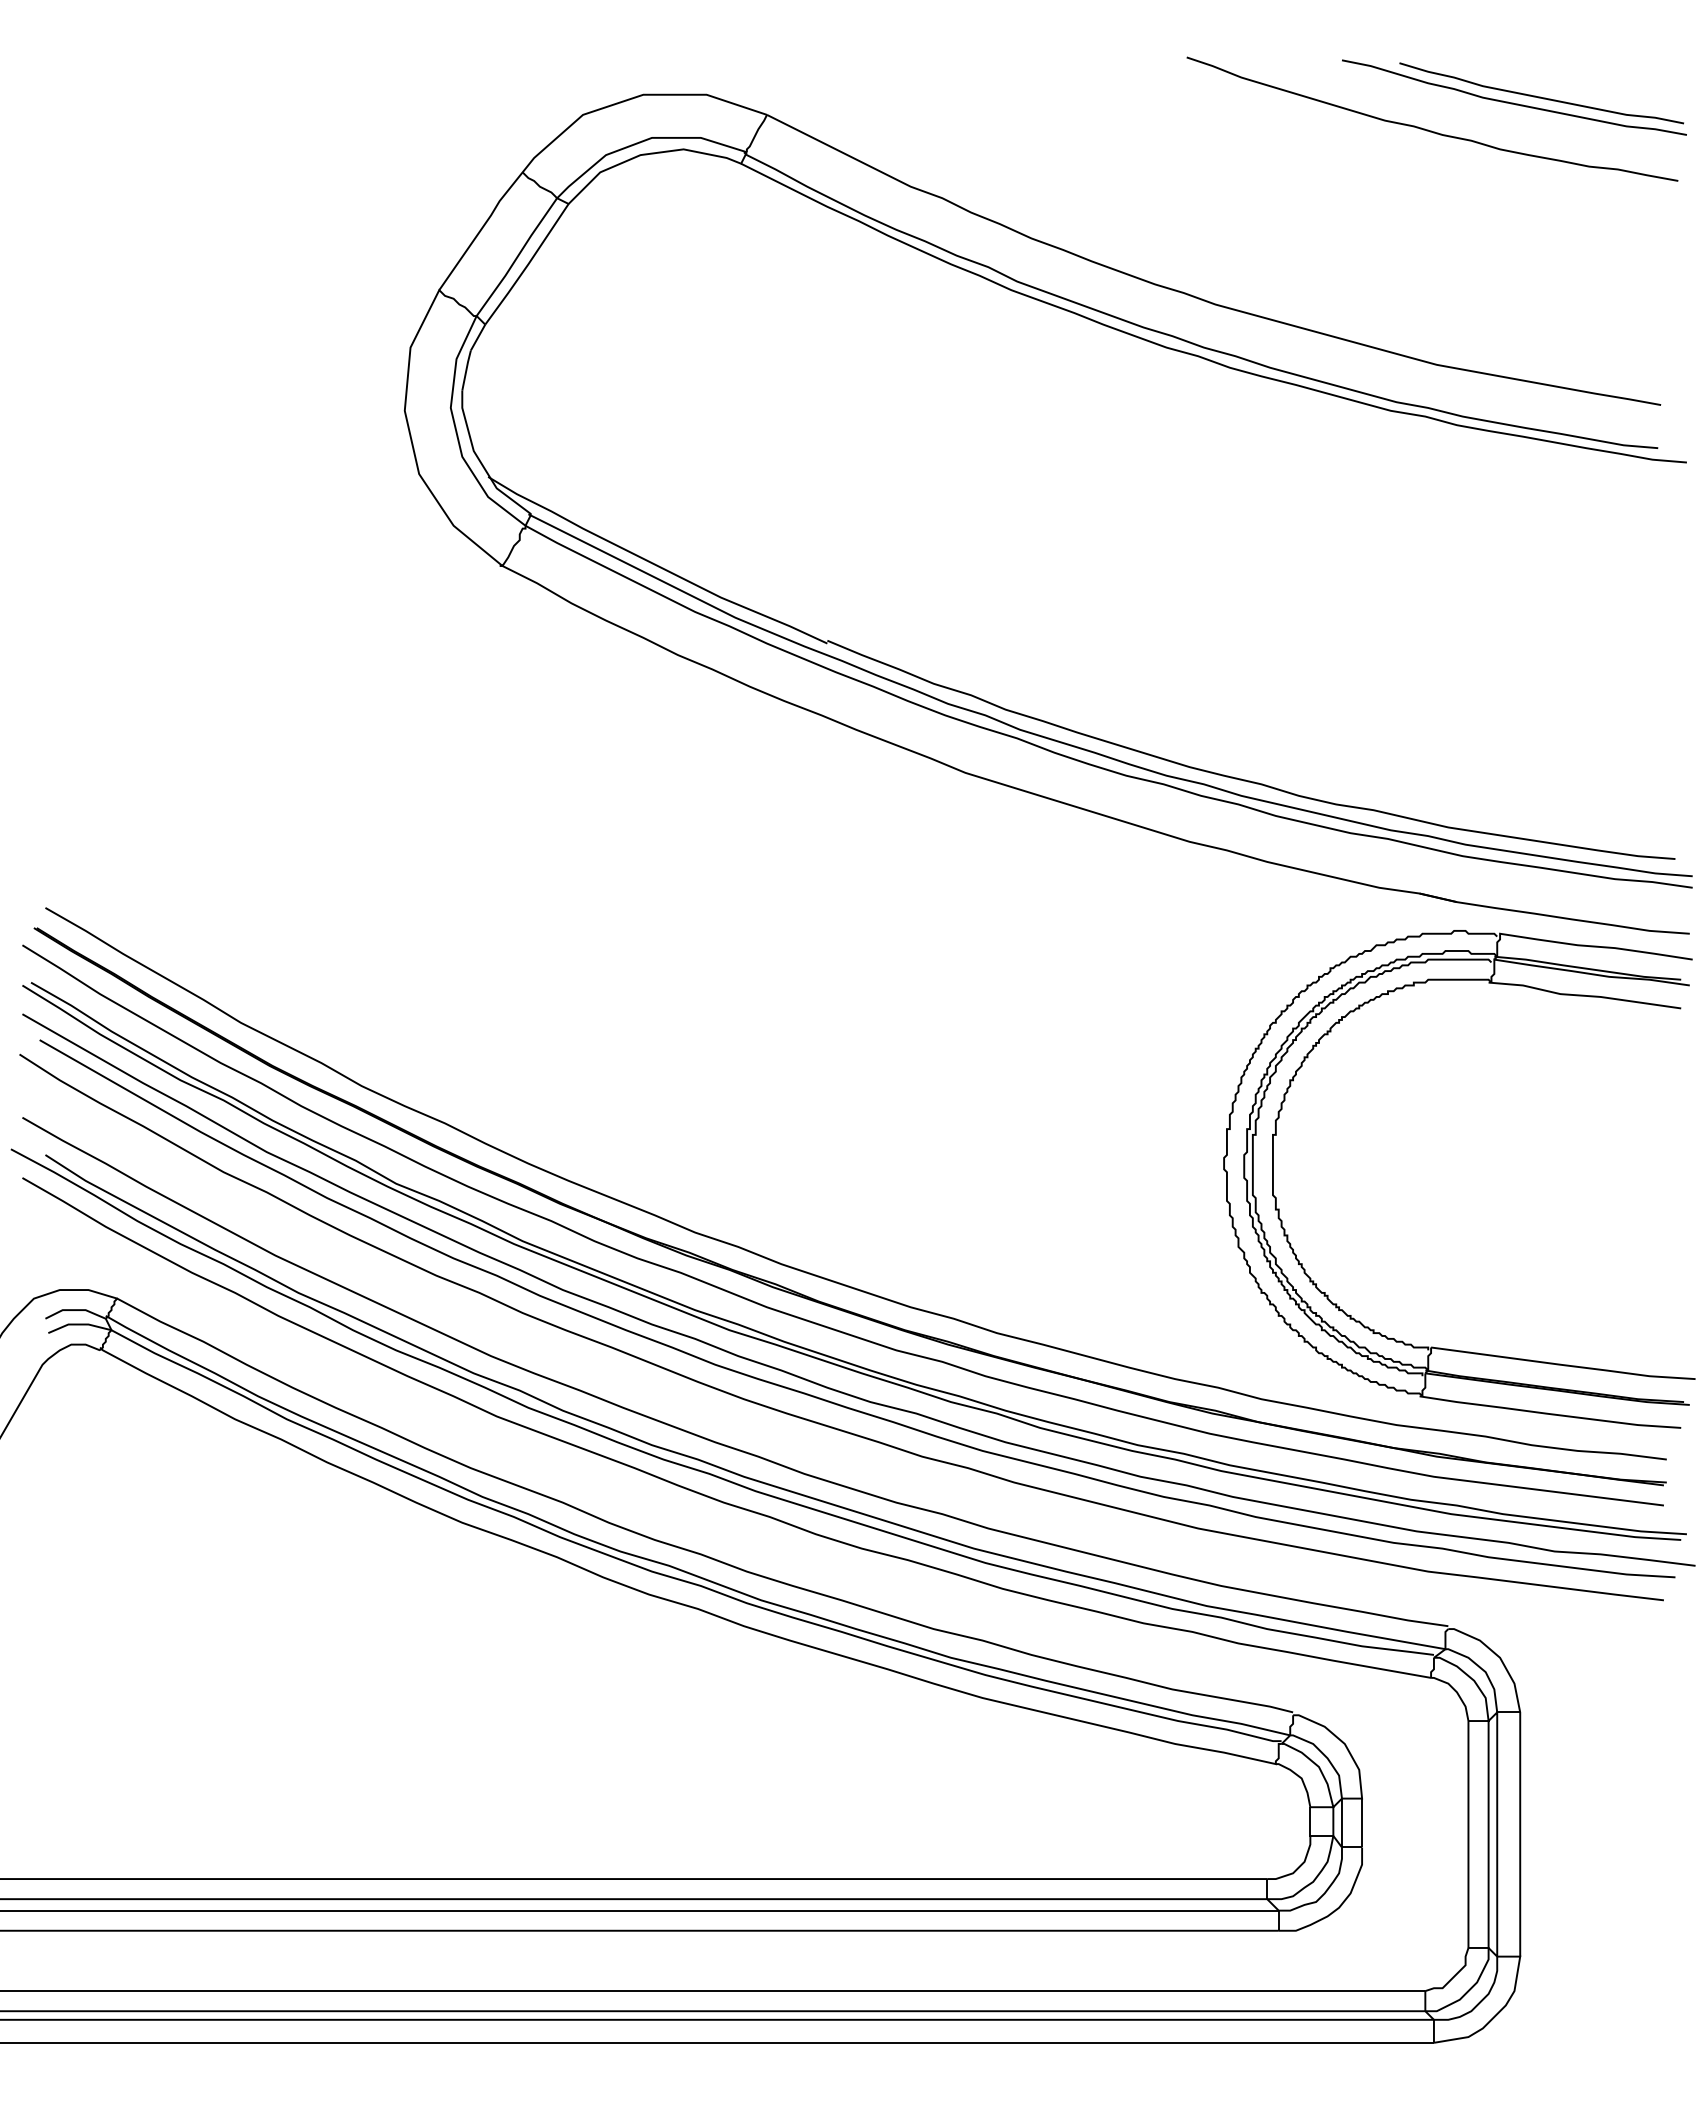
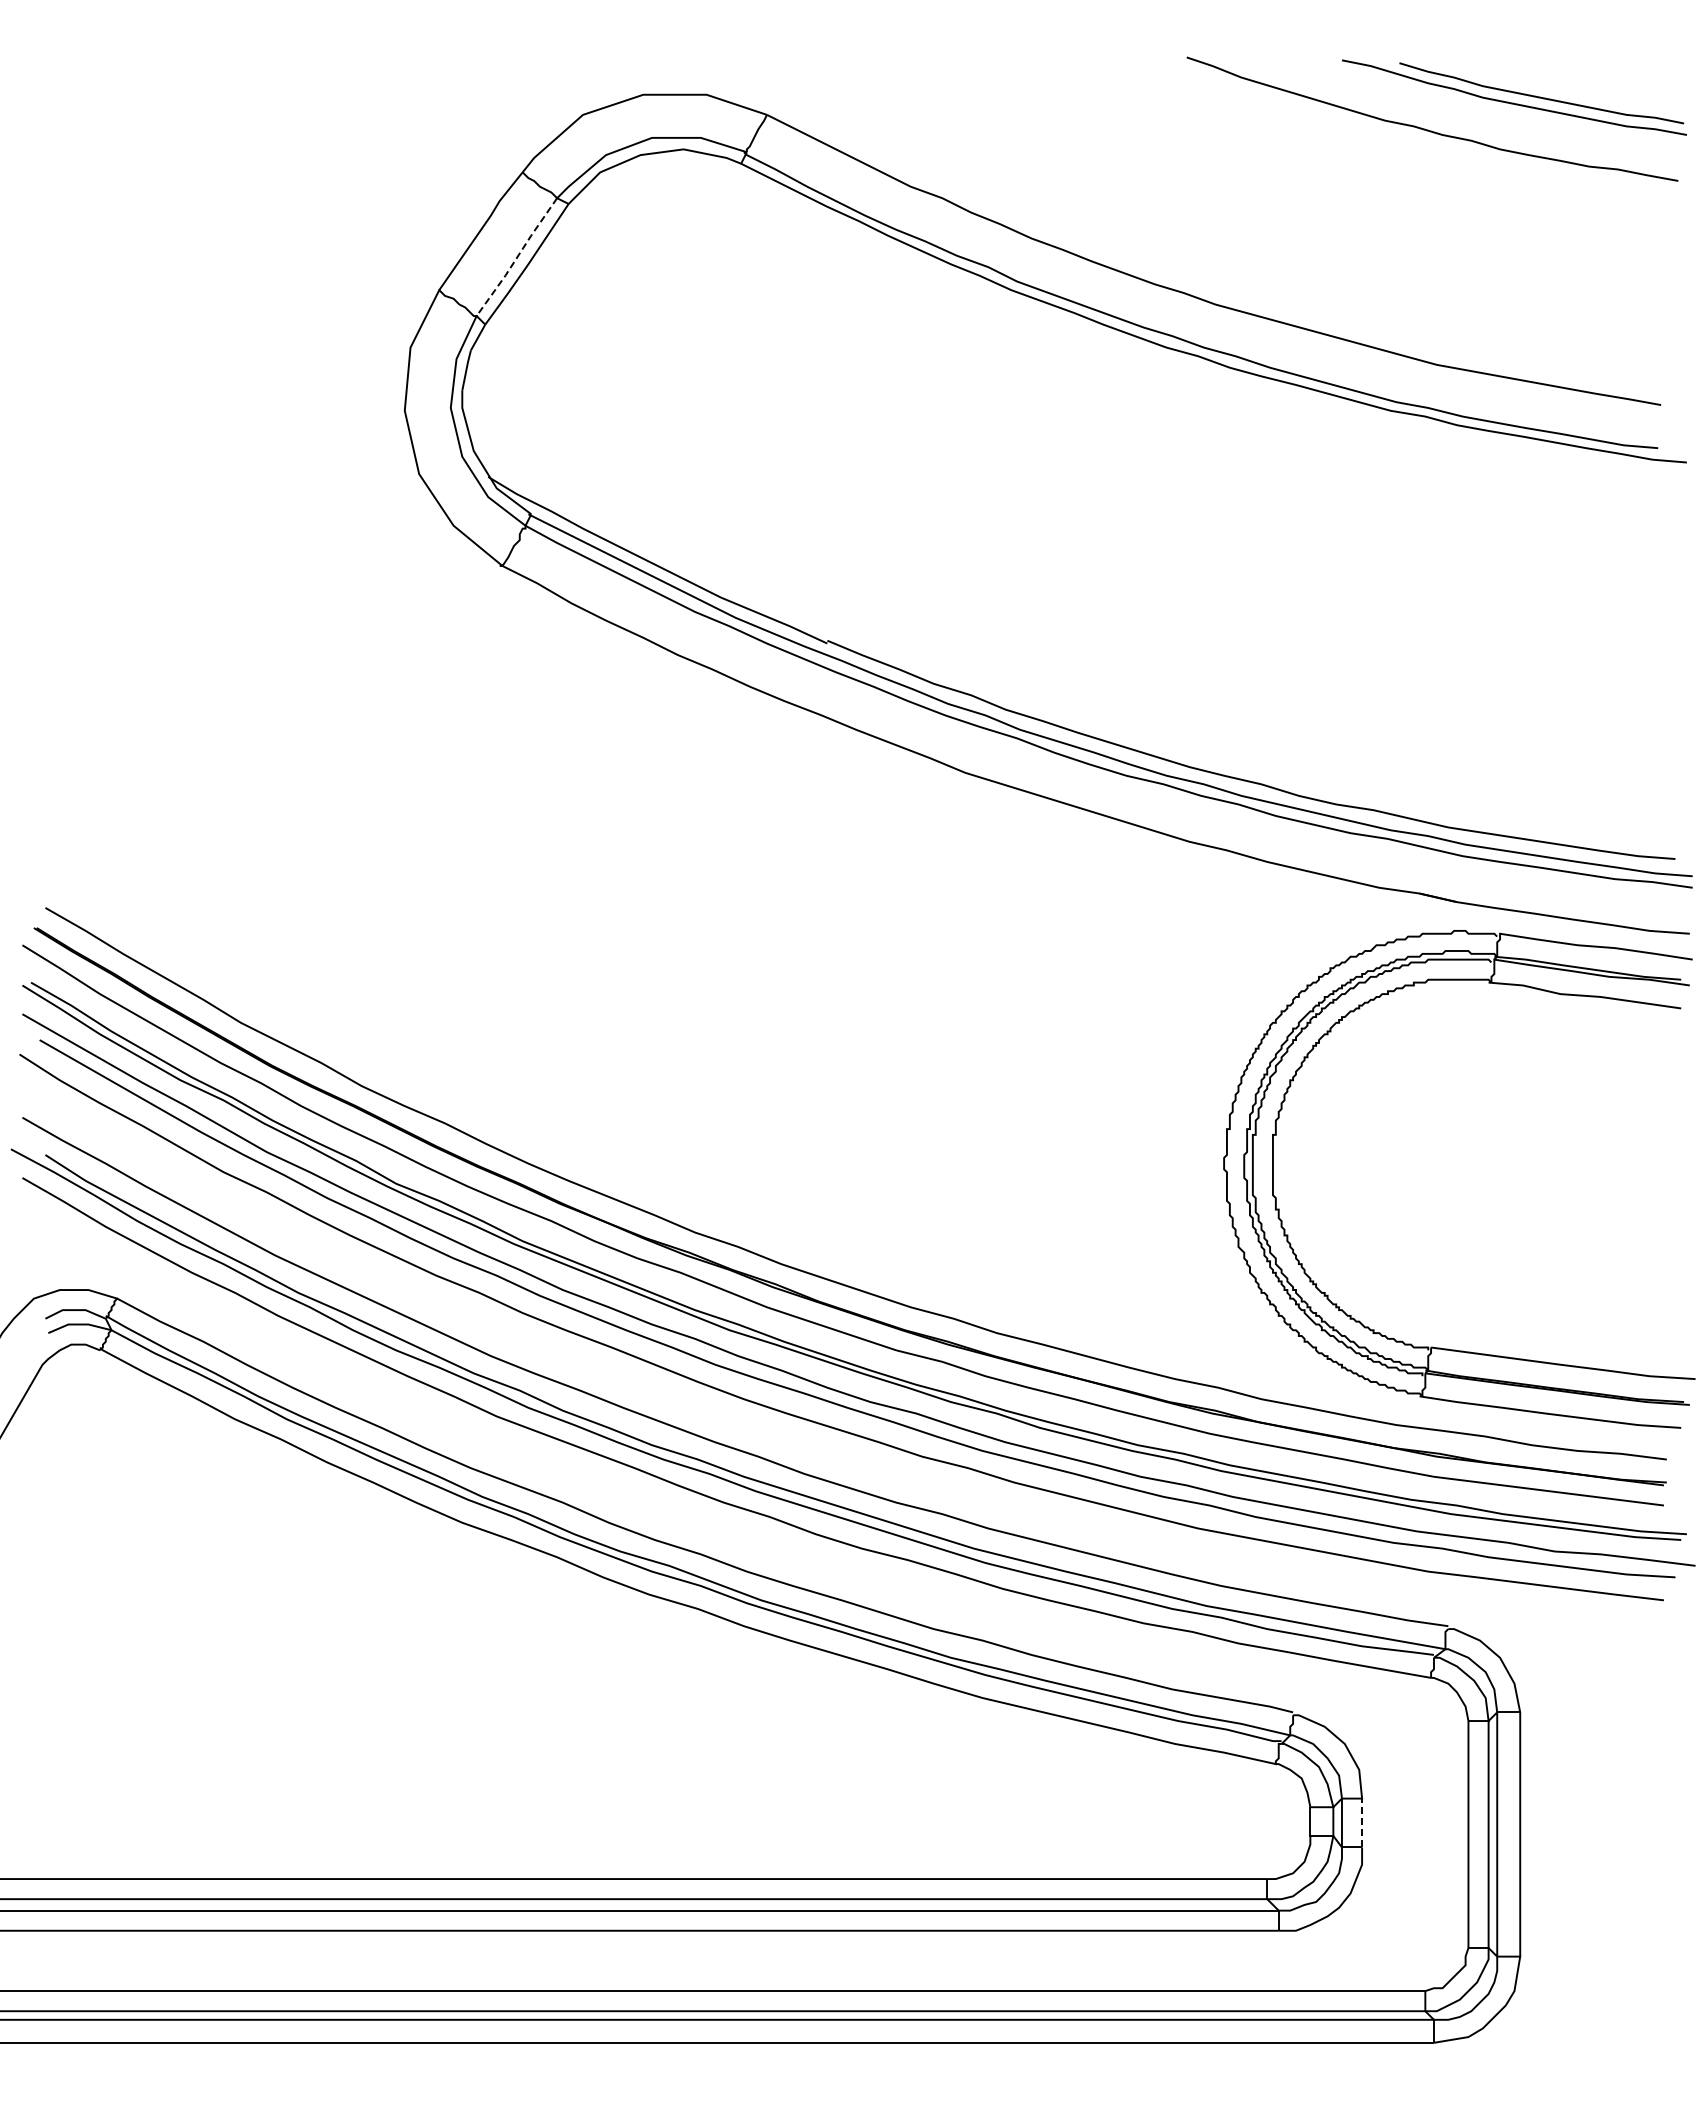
line at (517, 257): solid -> dashed
line at (1362, 1822): solid -> dashed
